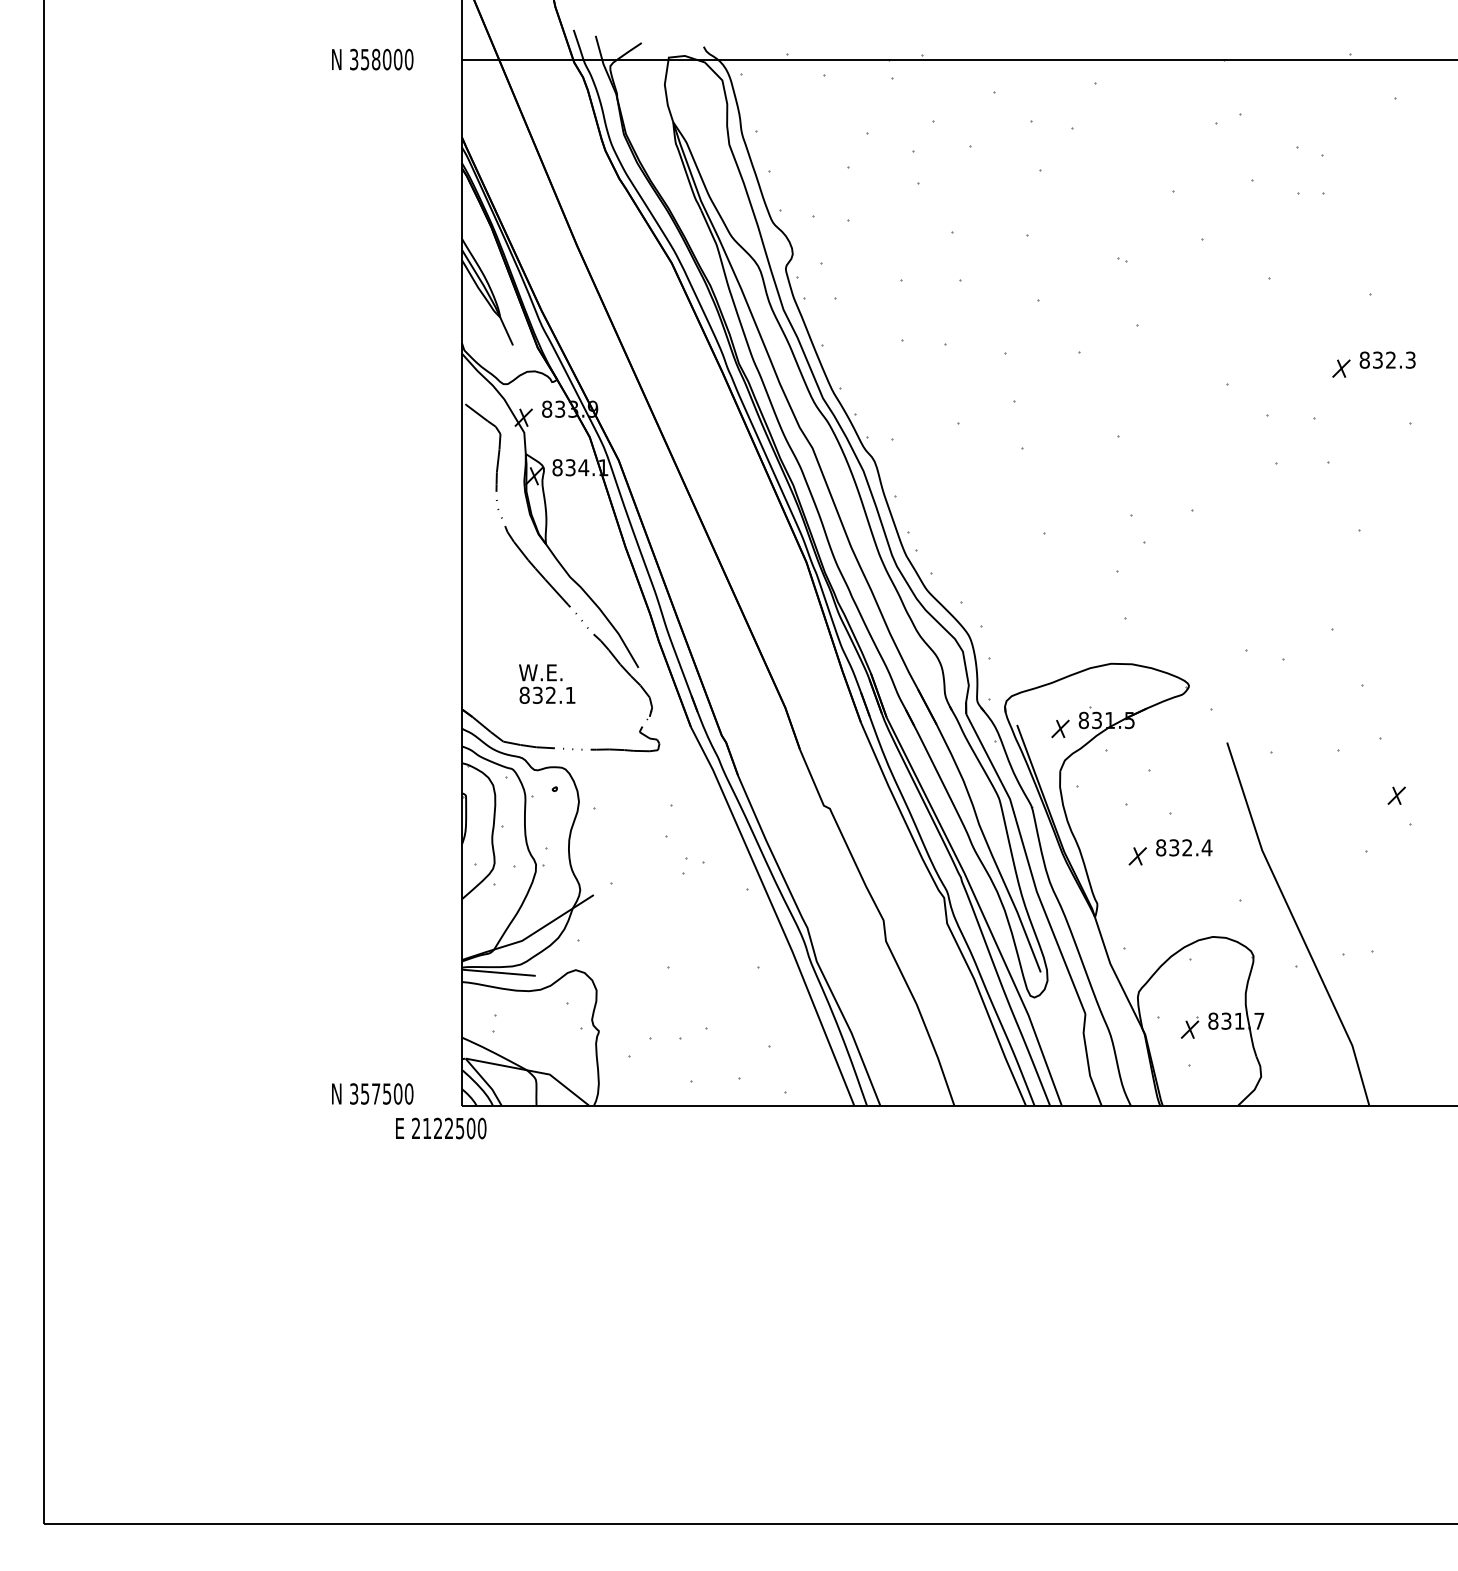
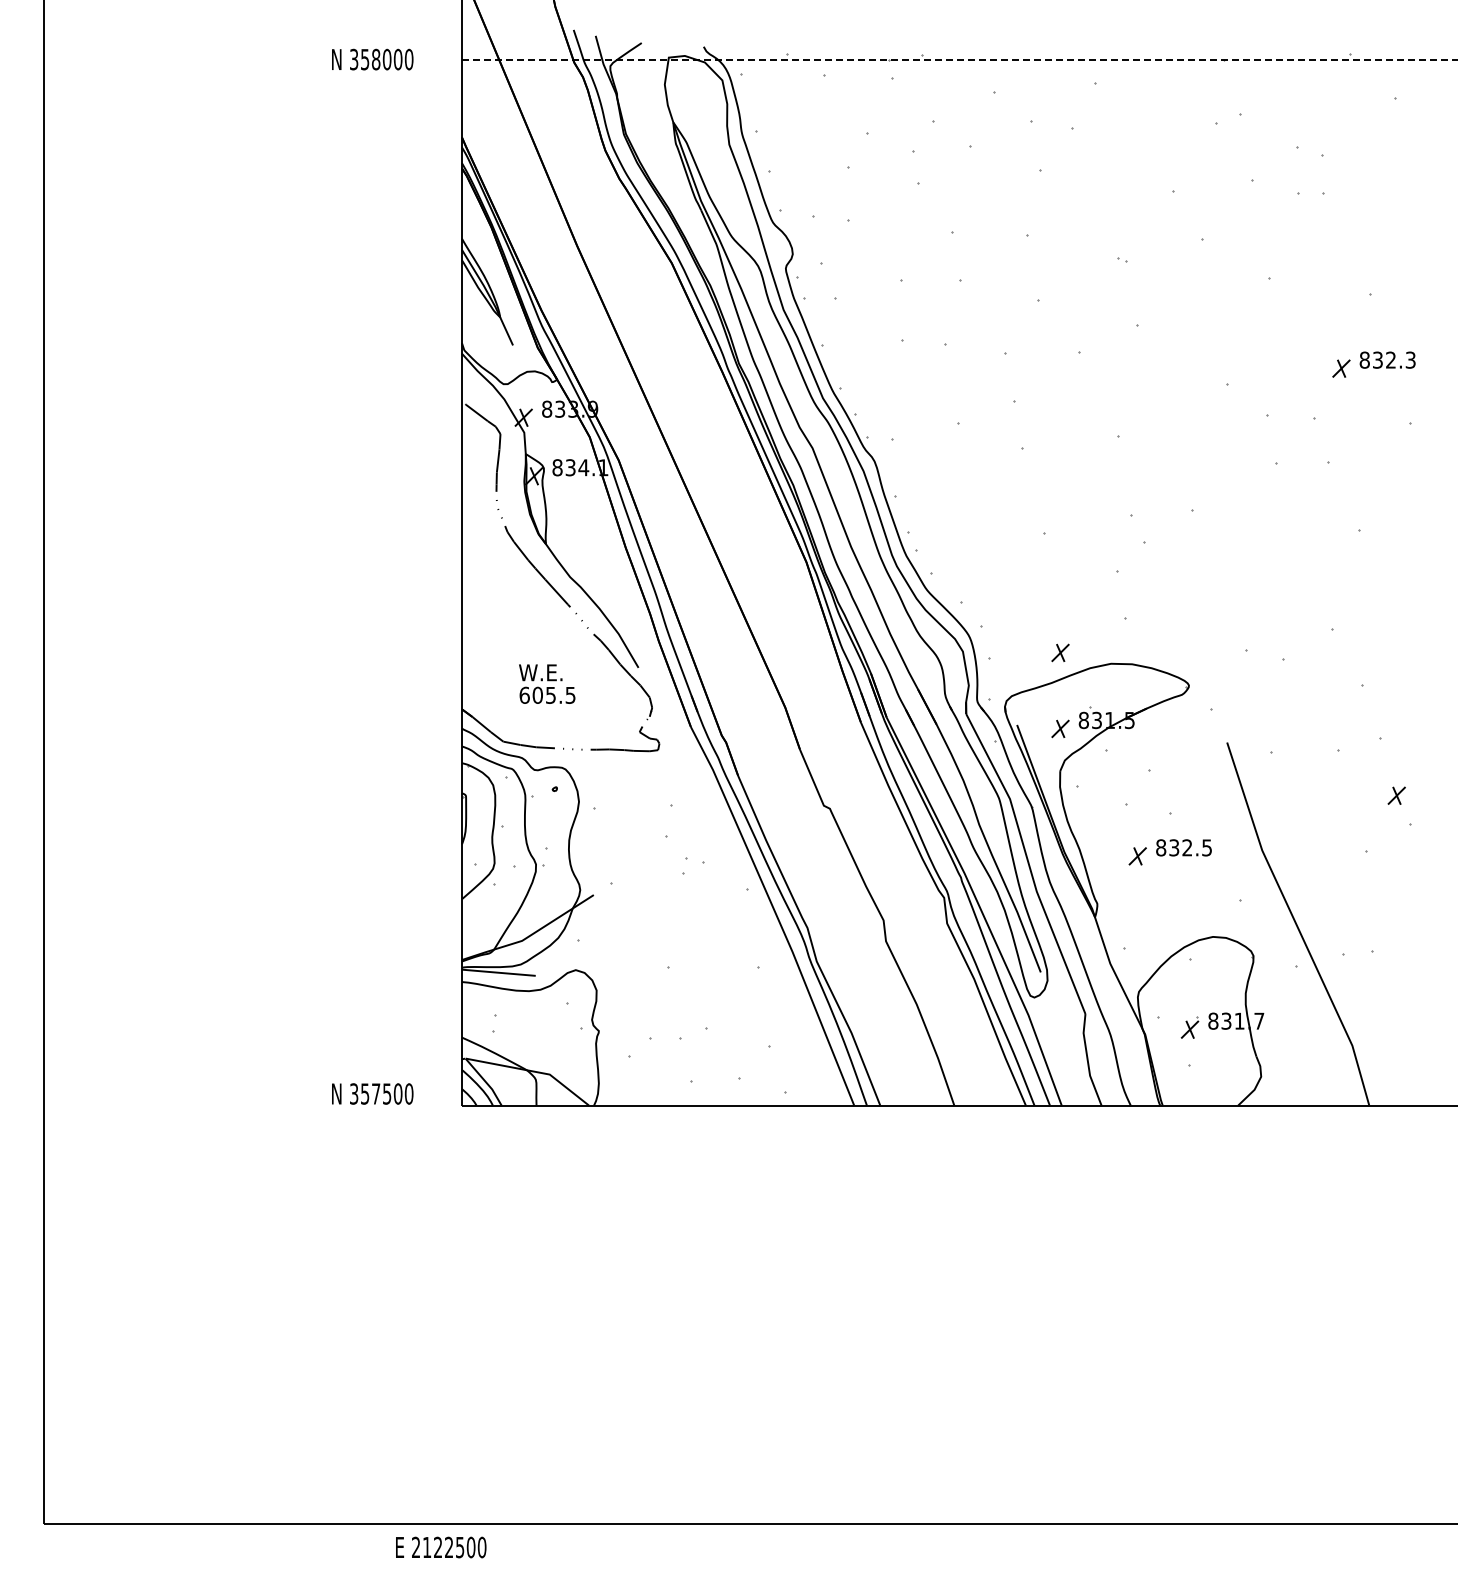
line at (959, 59): solid -> dashed
part at (1060, 652): none -> present
text at (547, 694): 832.1 -> 605.5
text at (1206, 847): 832.4 -> 832.5
text at (441, 1128) position: (441, 1128) -> (441, 1547)
